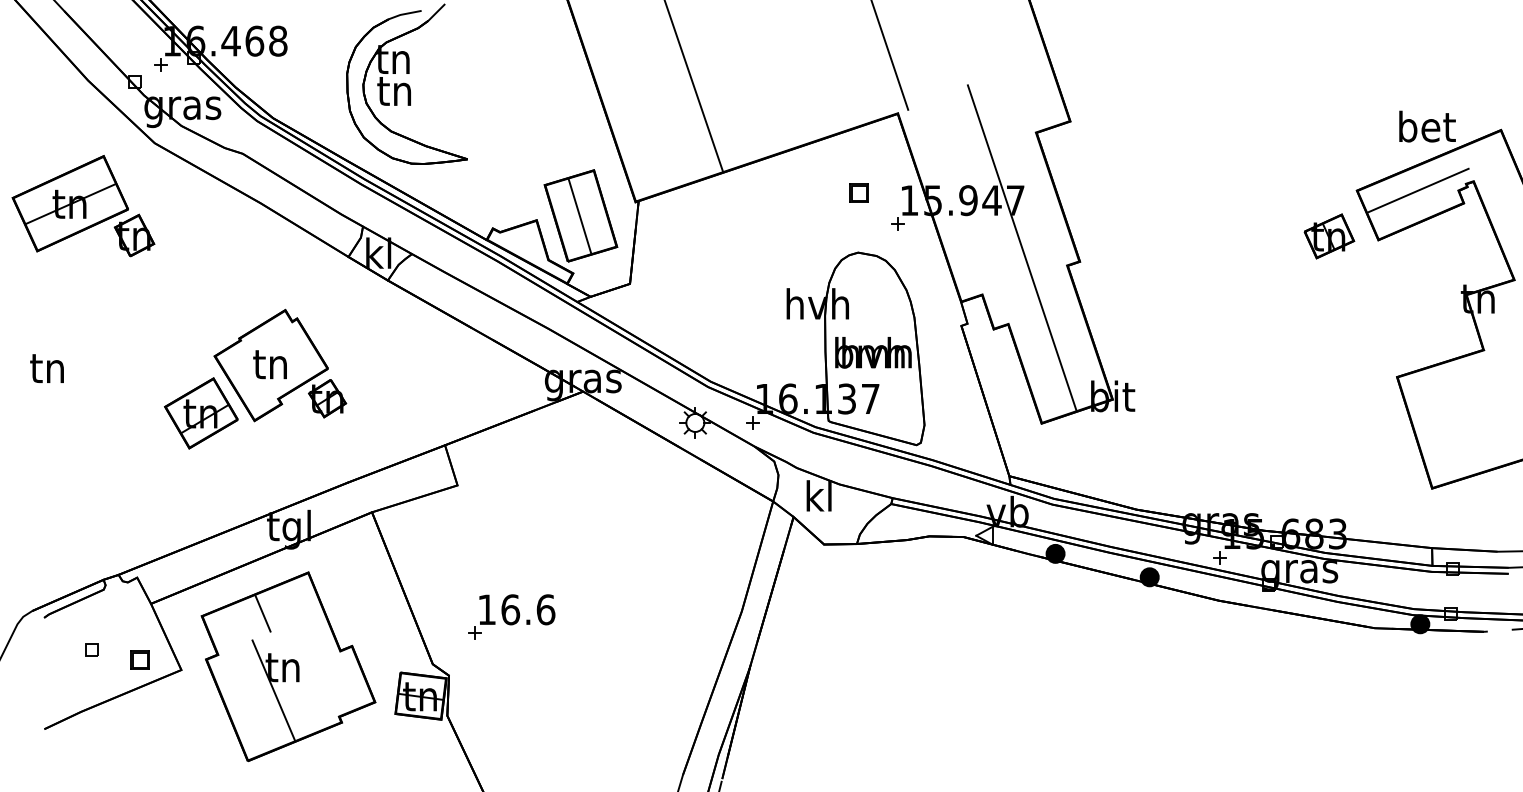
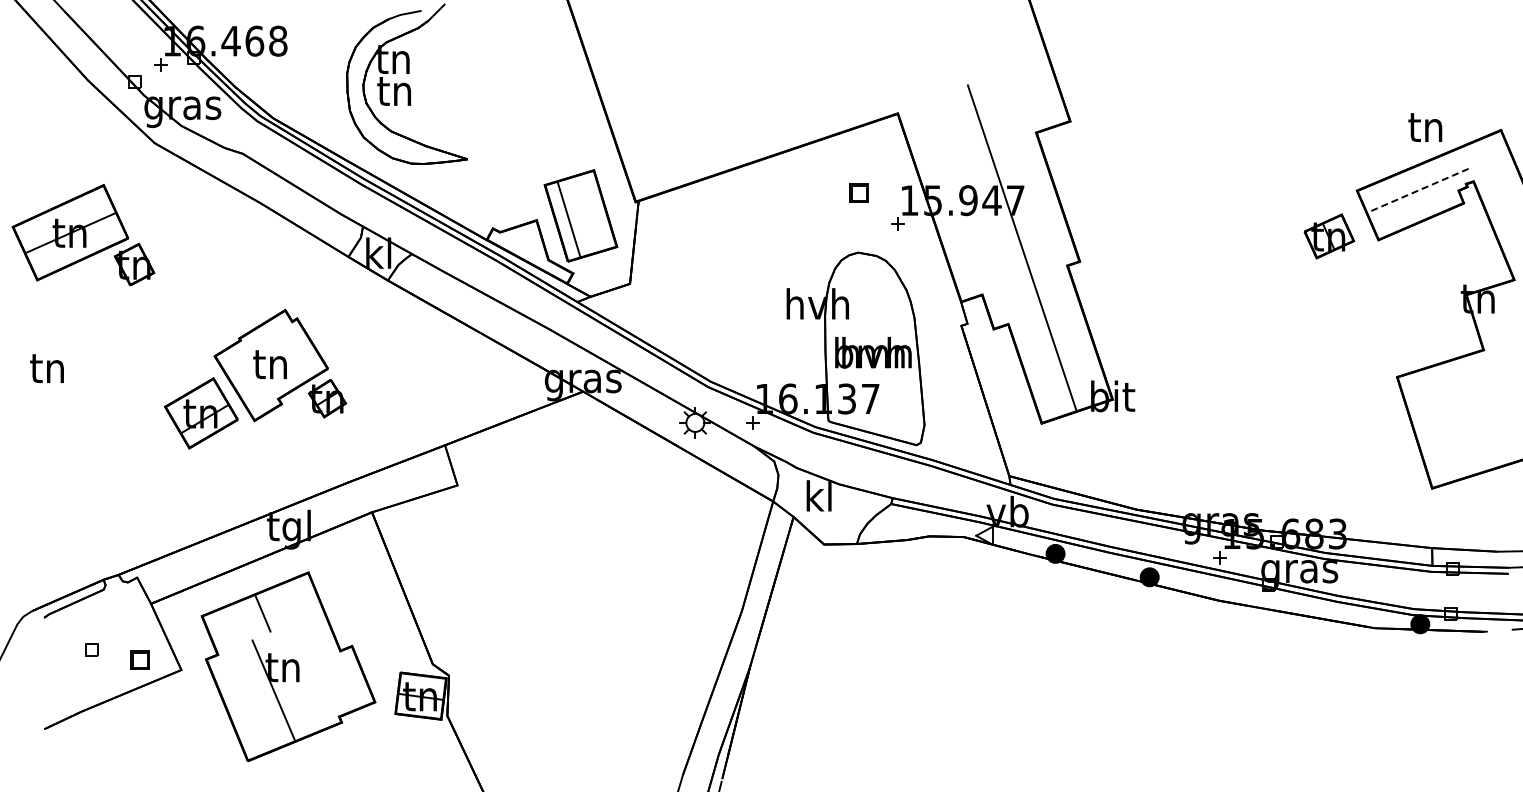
line at (890, 55): present -> none
line at (694, 86): present -> none
text at (1427, 126): bet -> tn
line at (1418, 190): solid -> dashed
part at (83, 206) position: (83, 206) -> (83, 235)
line at (579, 216) position: (579, 216) -> (568, 219)
part at (511, 616): present -> none
